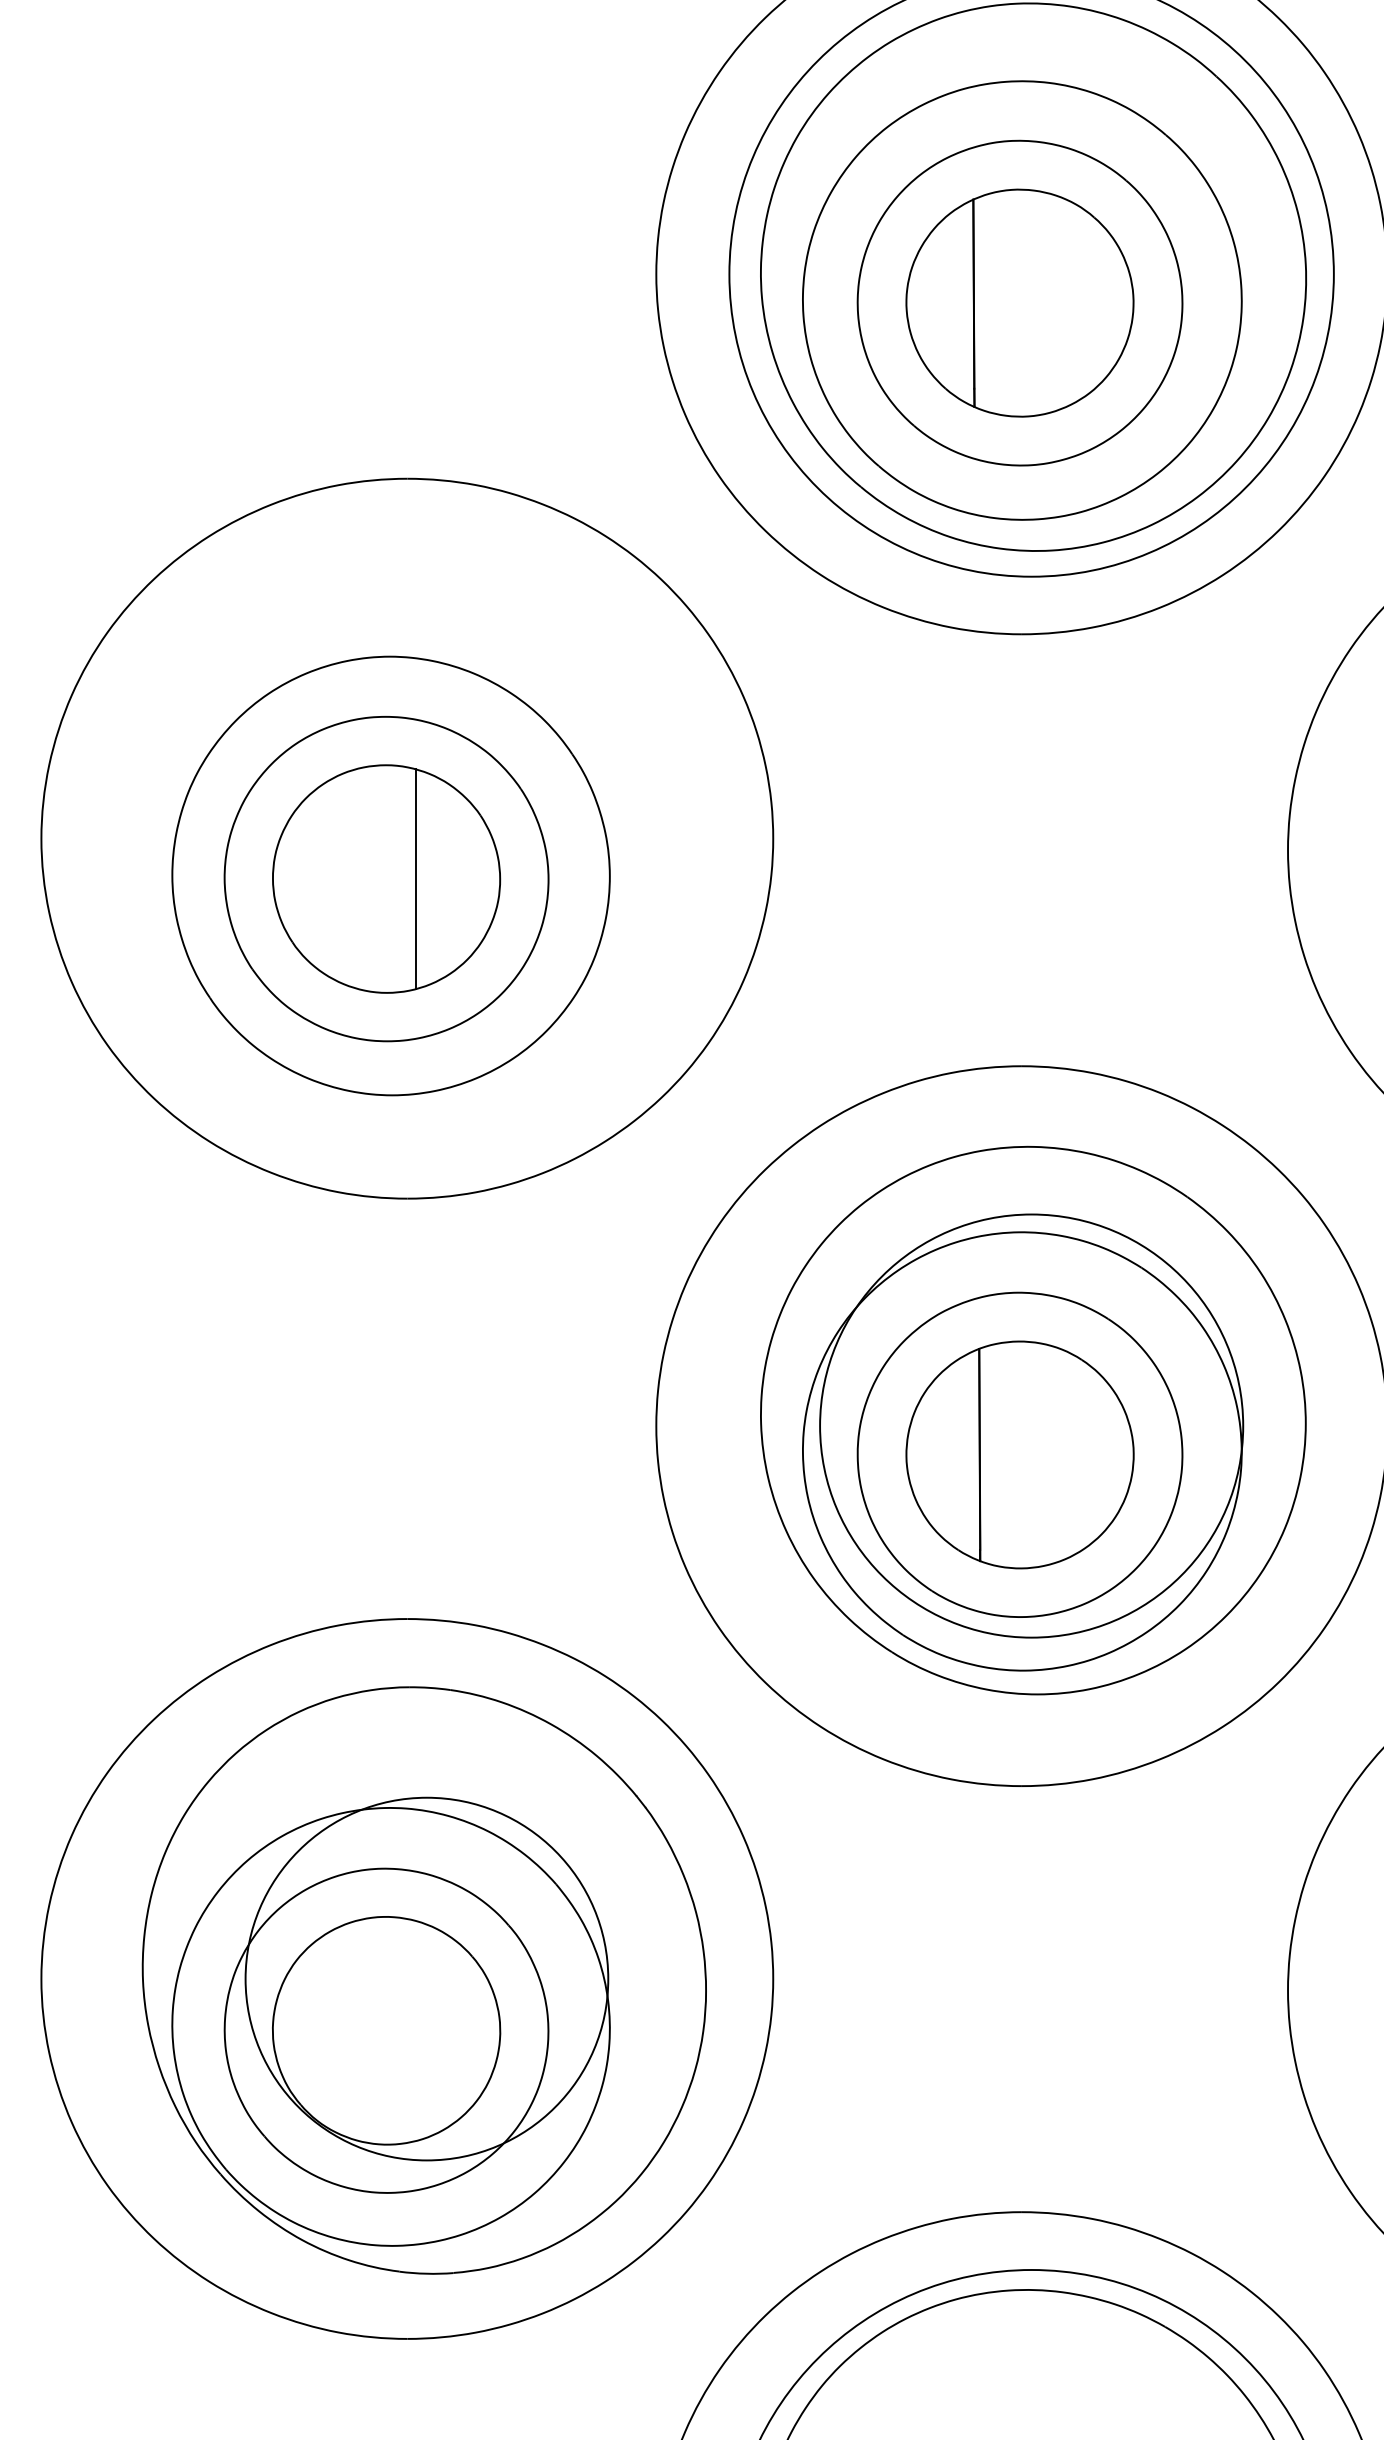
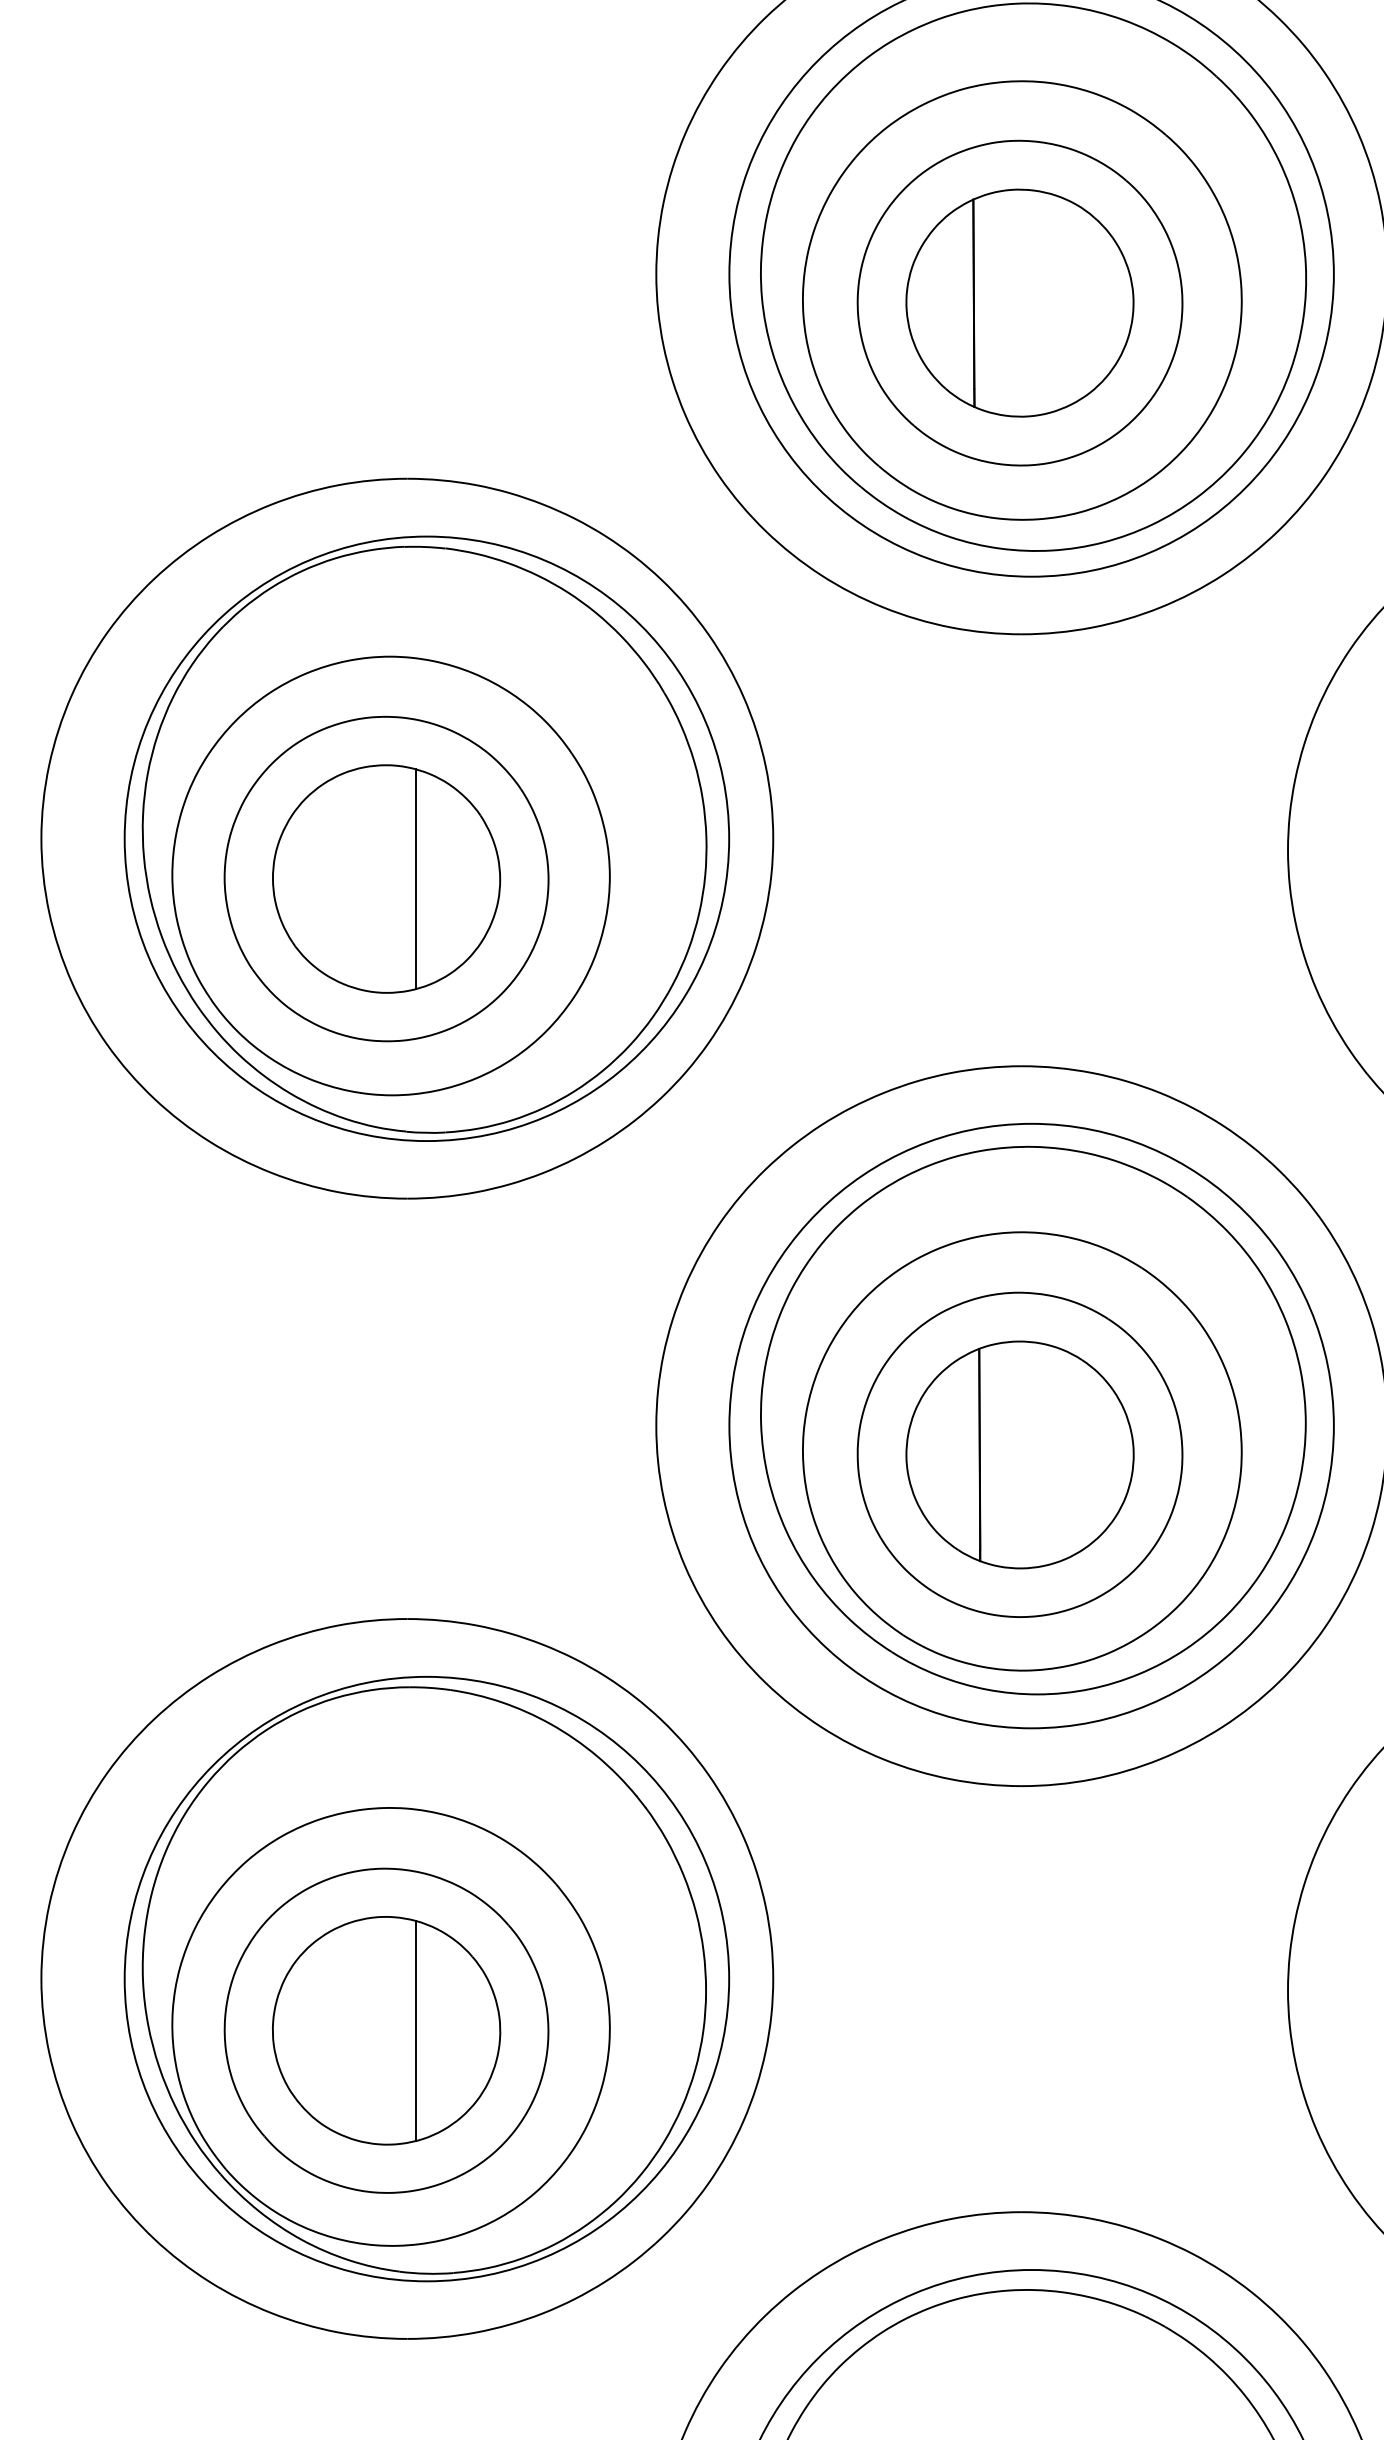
part at (426, 838): none -> present
circle at (1031, 1425) diameter: 423 px -> 604 px
circle at (426, 1978) diameter: 363 px -> 604 px
line at (415, 2031): none -> present
